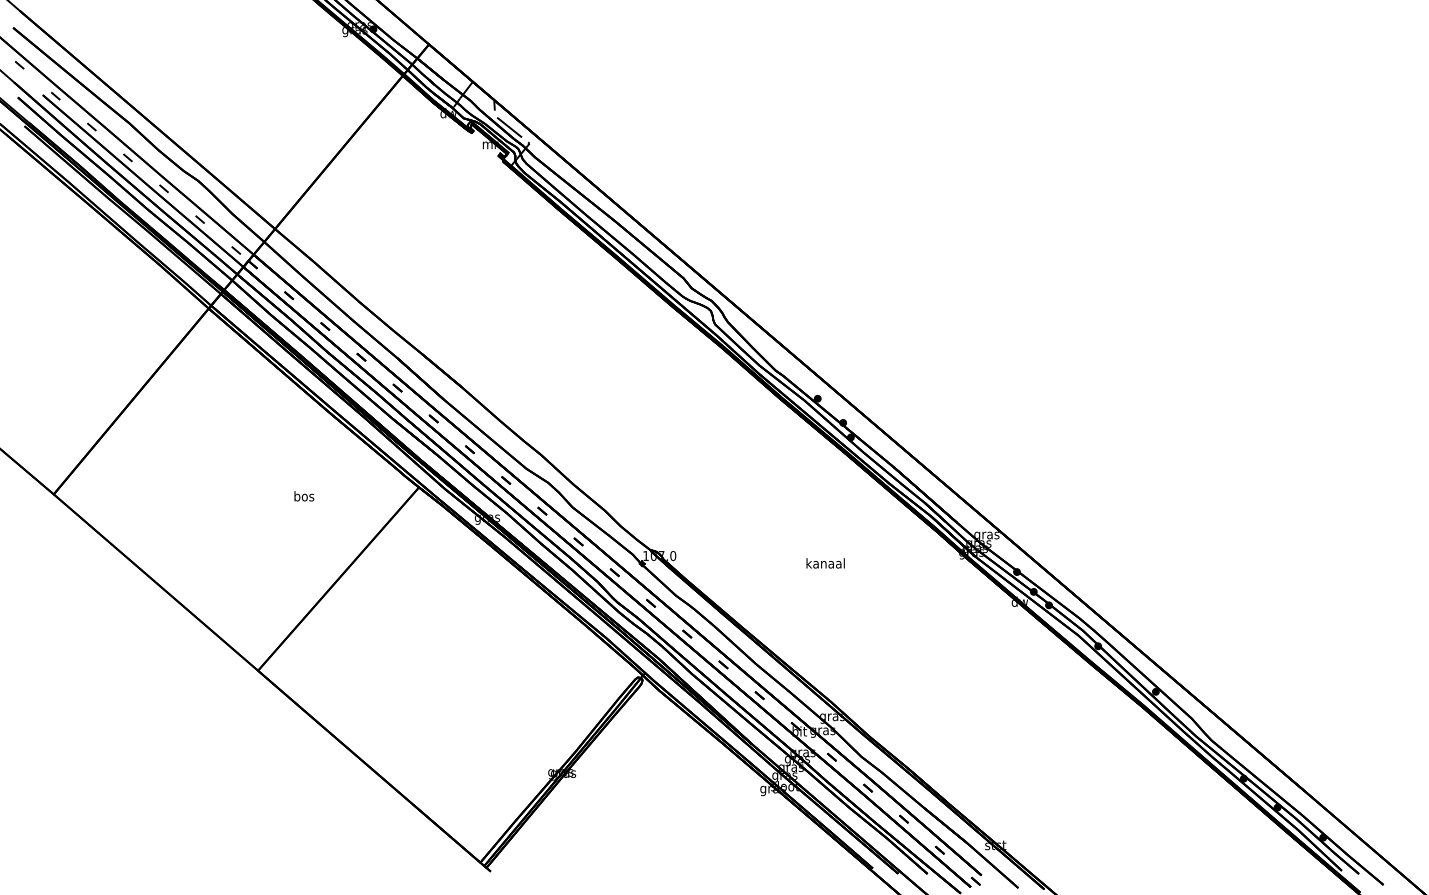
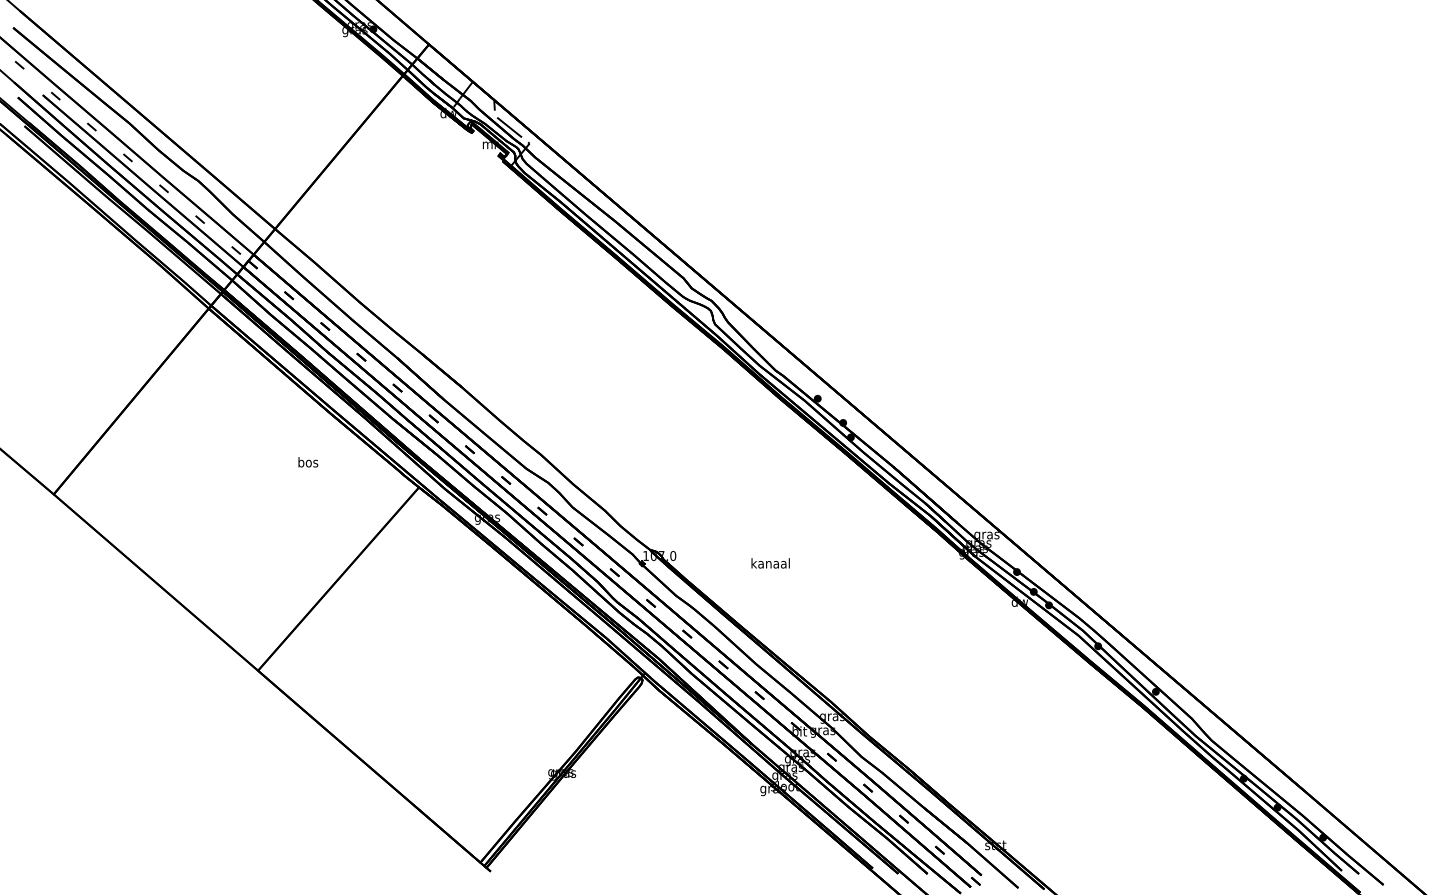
text at (304, 496) position: (304, 496) -> (308, 462)
text at (825, 563) position: (825, 563) -> (770, 563)
